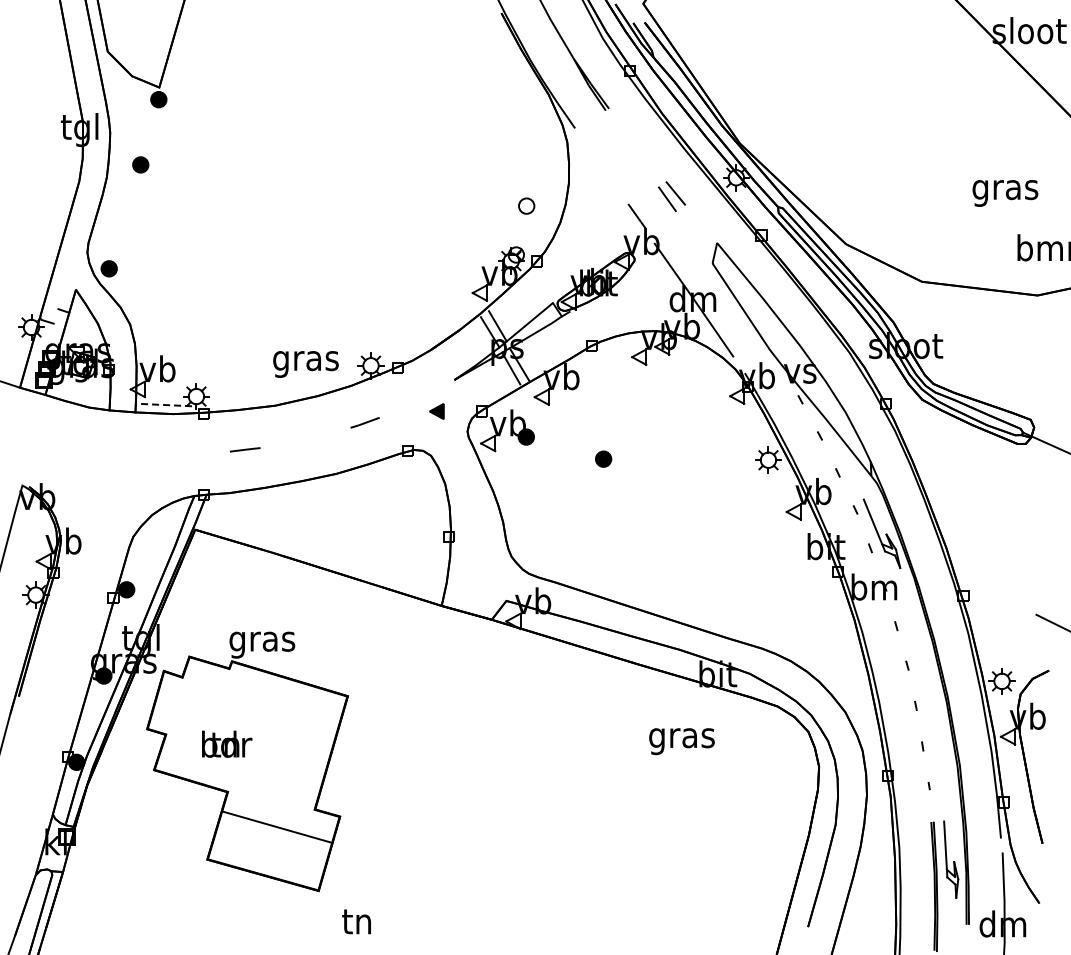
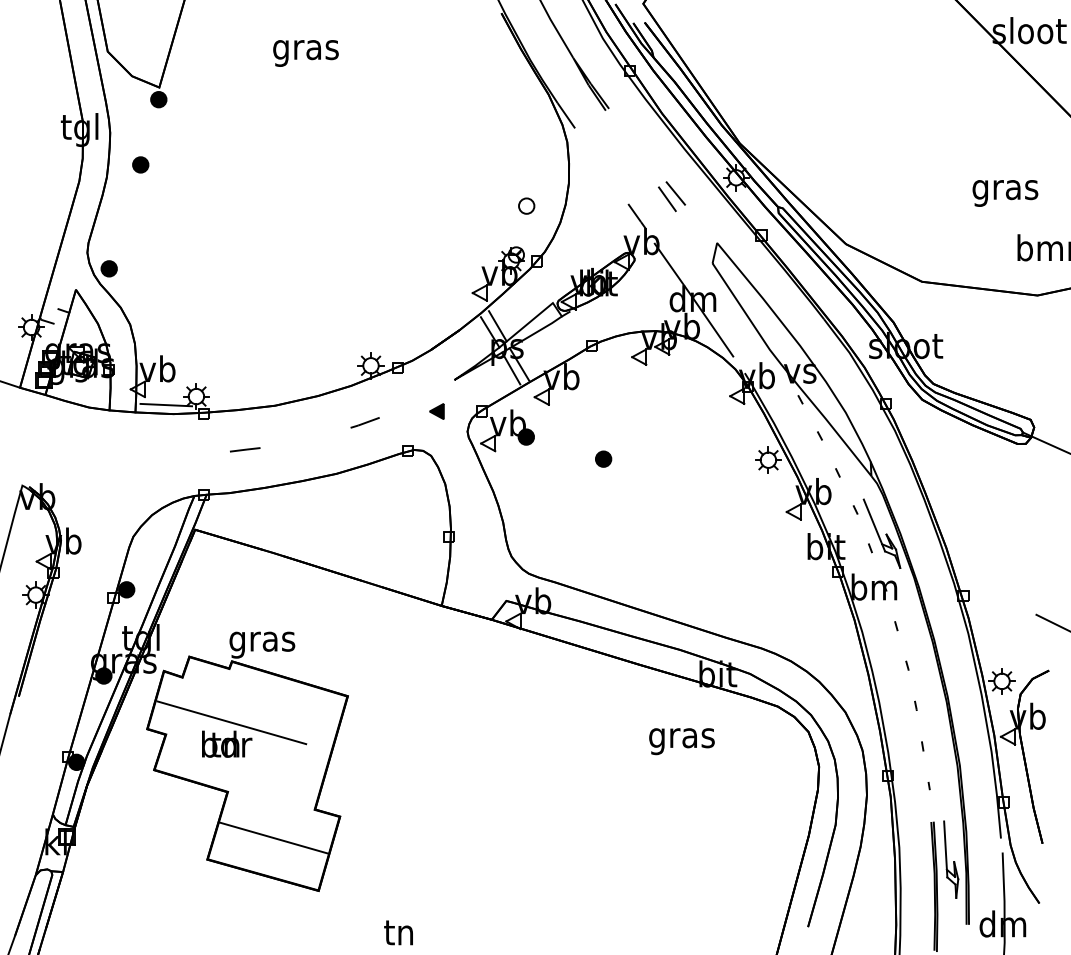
text at (305, 364) position: (305, 364) -> (305, 53)
line at (166, 405): dashed -> solid
line at (231, 722): none -> present
line at (276, 826) position: (276, 826) -> (273, 837)
text at (356, 921) position: (356, 921) -> (398, 932)
